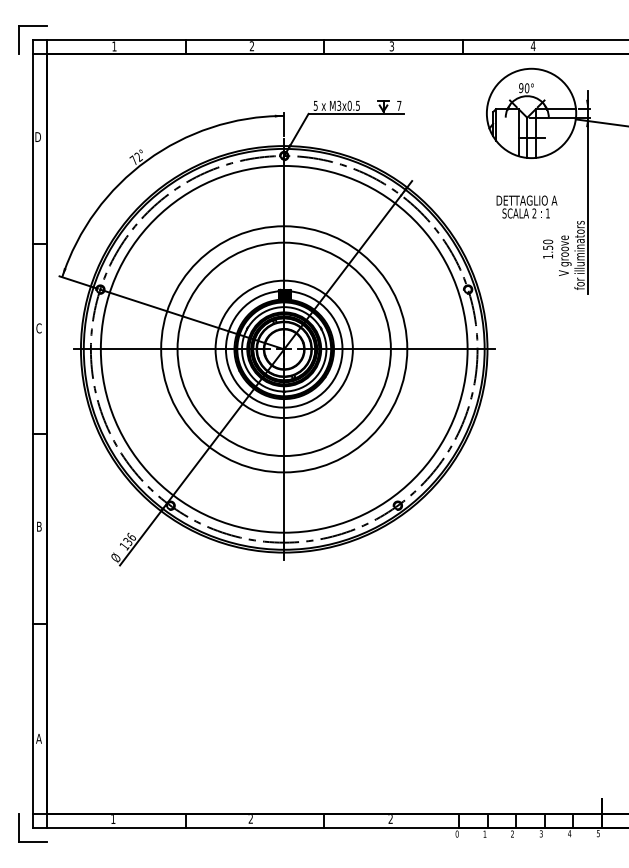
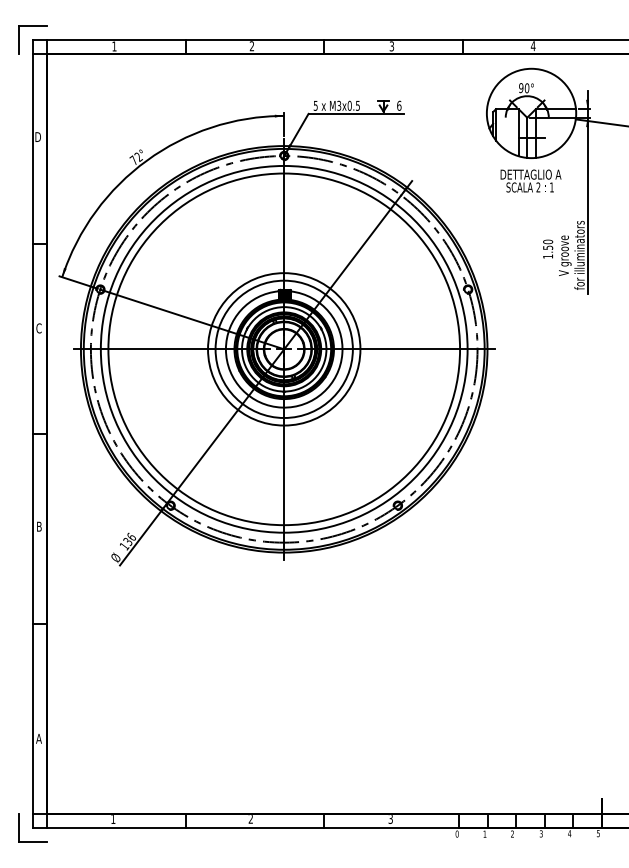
text at (399, 105): 7 -> 6
text at (526, 206) position: (526, 206) -> (530, 180)
circle at (283, 349) diameter: 213 px -> 152 px
circle at (284, 349) diameter: 246 px -> 352 px
text at (390, 819): 2 -> 3
